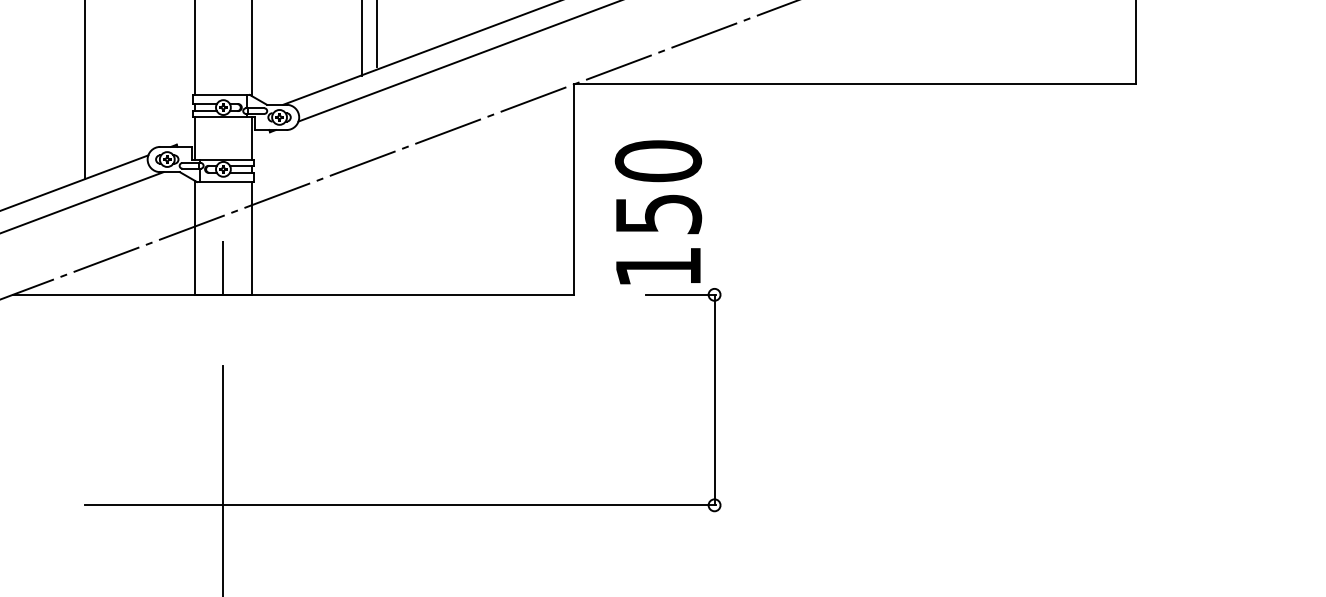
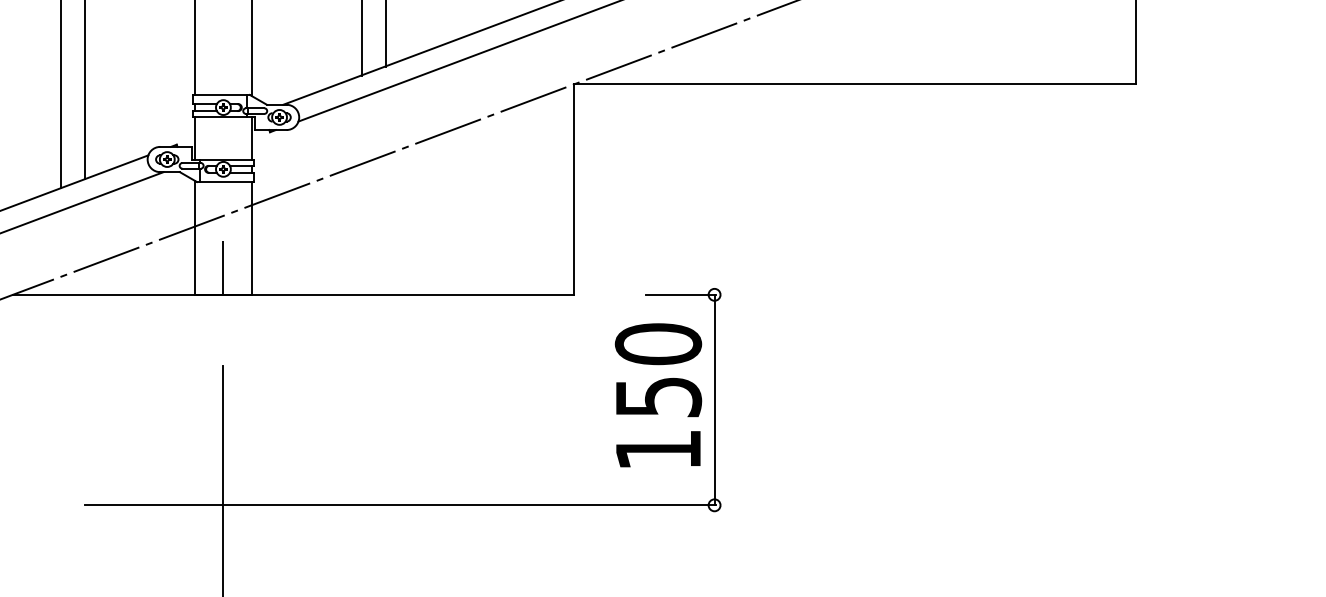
line at (377, 34) position: (377, 34) -> (386, 34)
line at (60, 95): none -> present
text at (658, 212) position: (658, 212) -> (658, 395)
